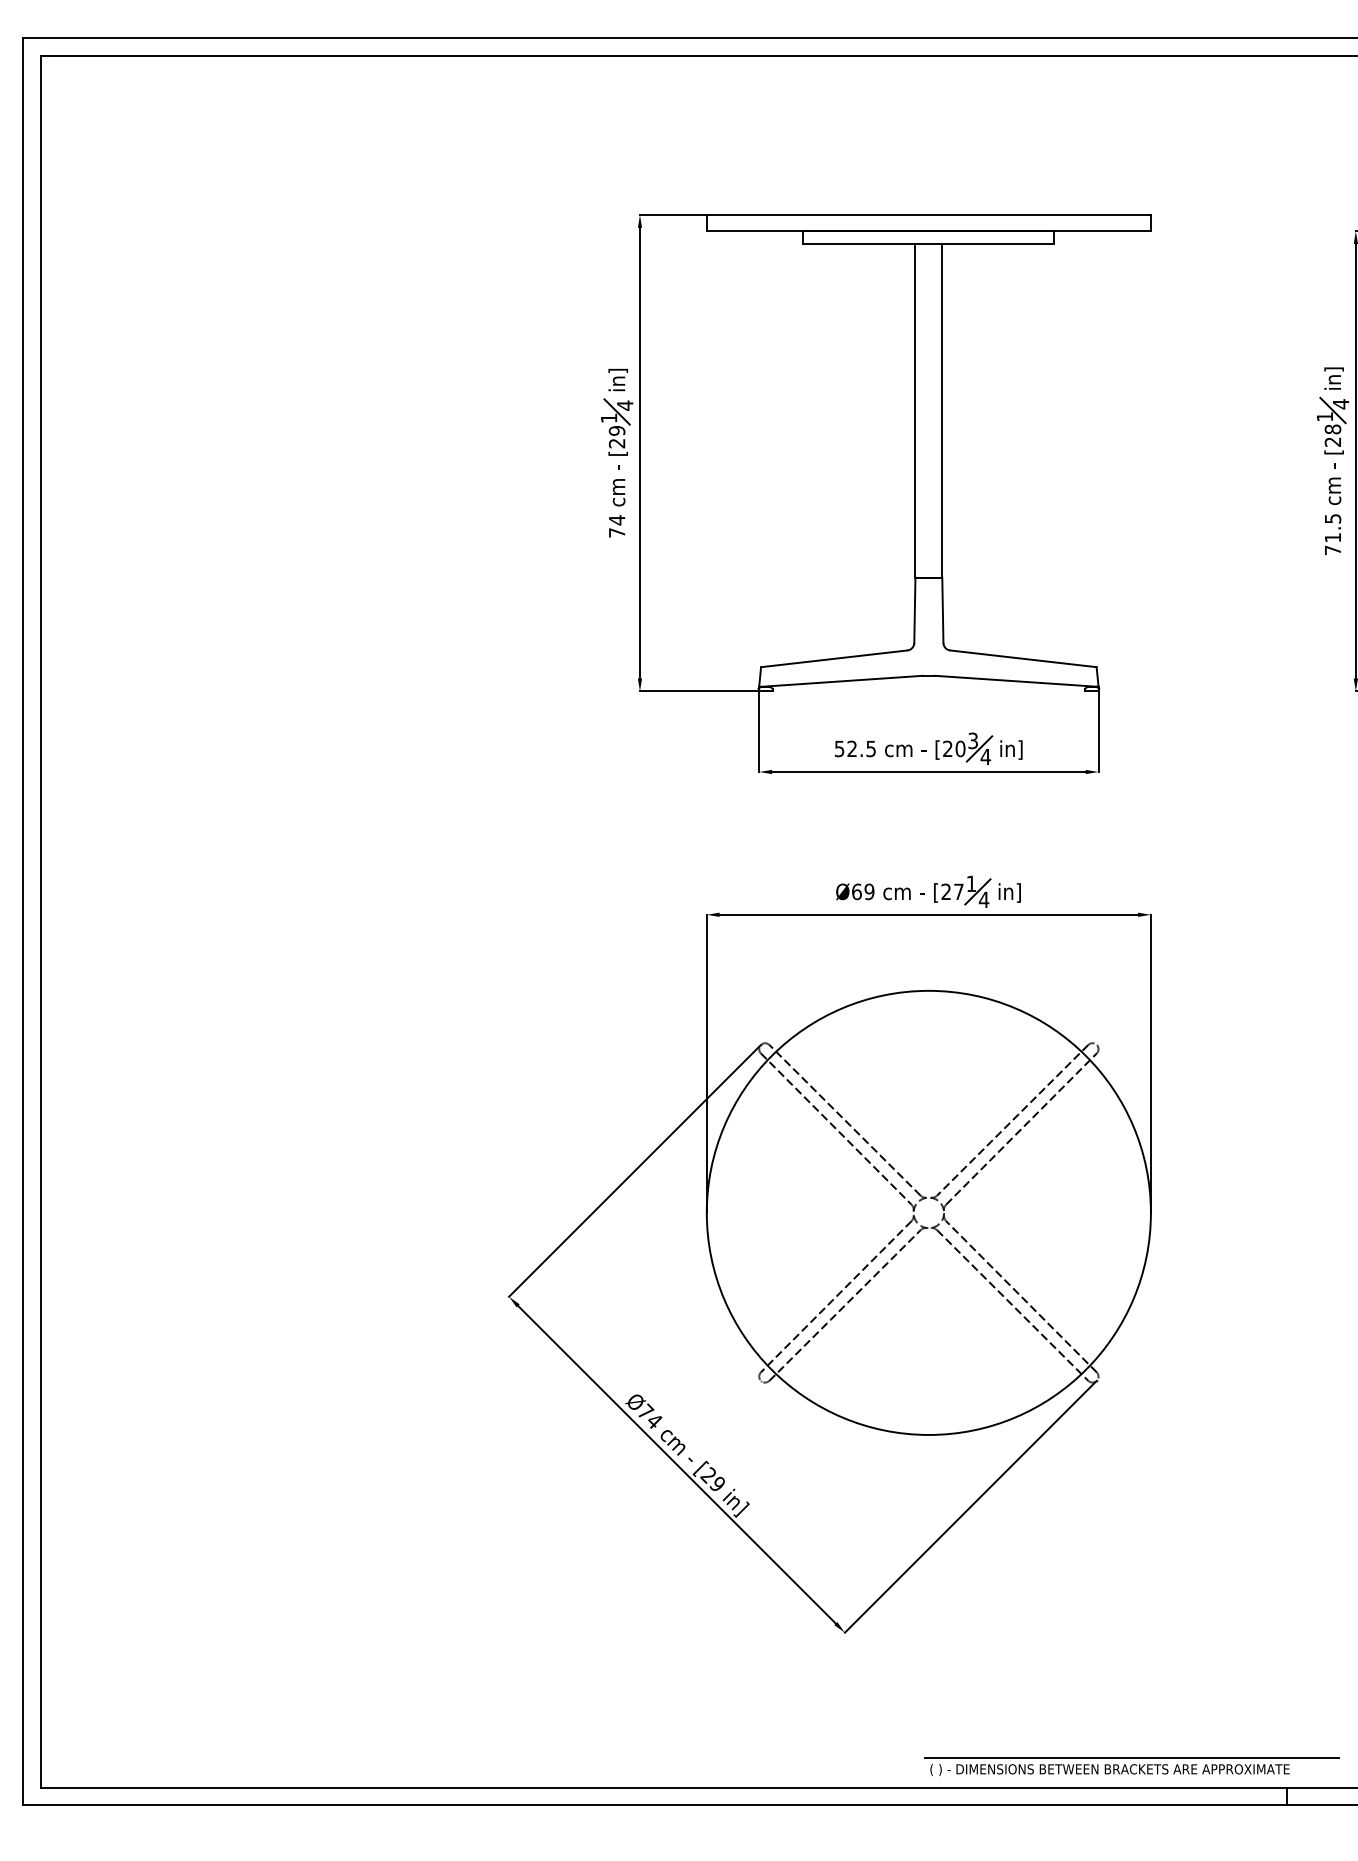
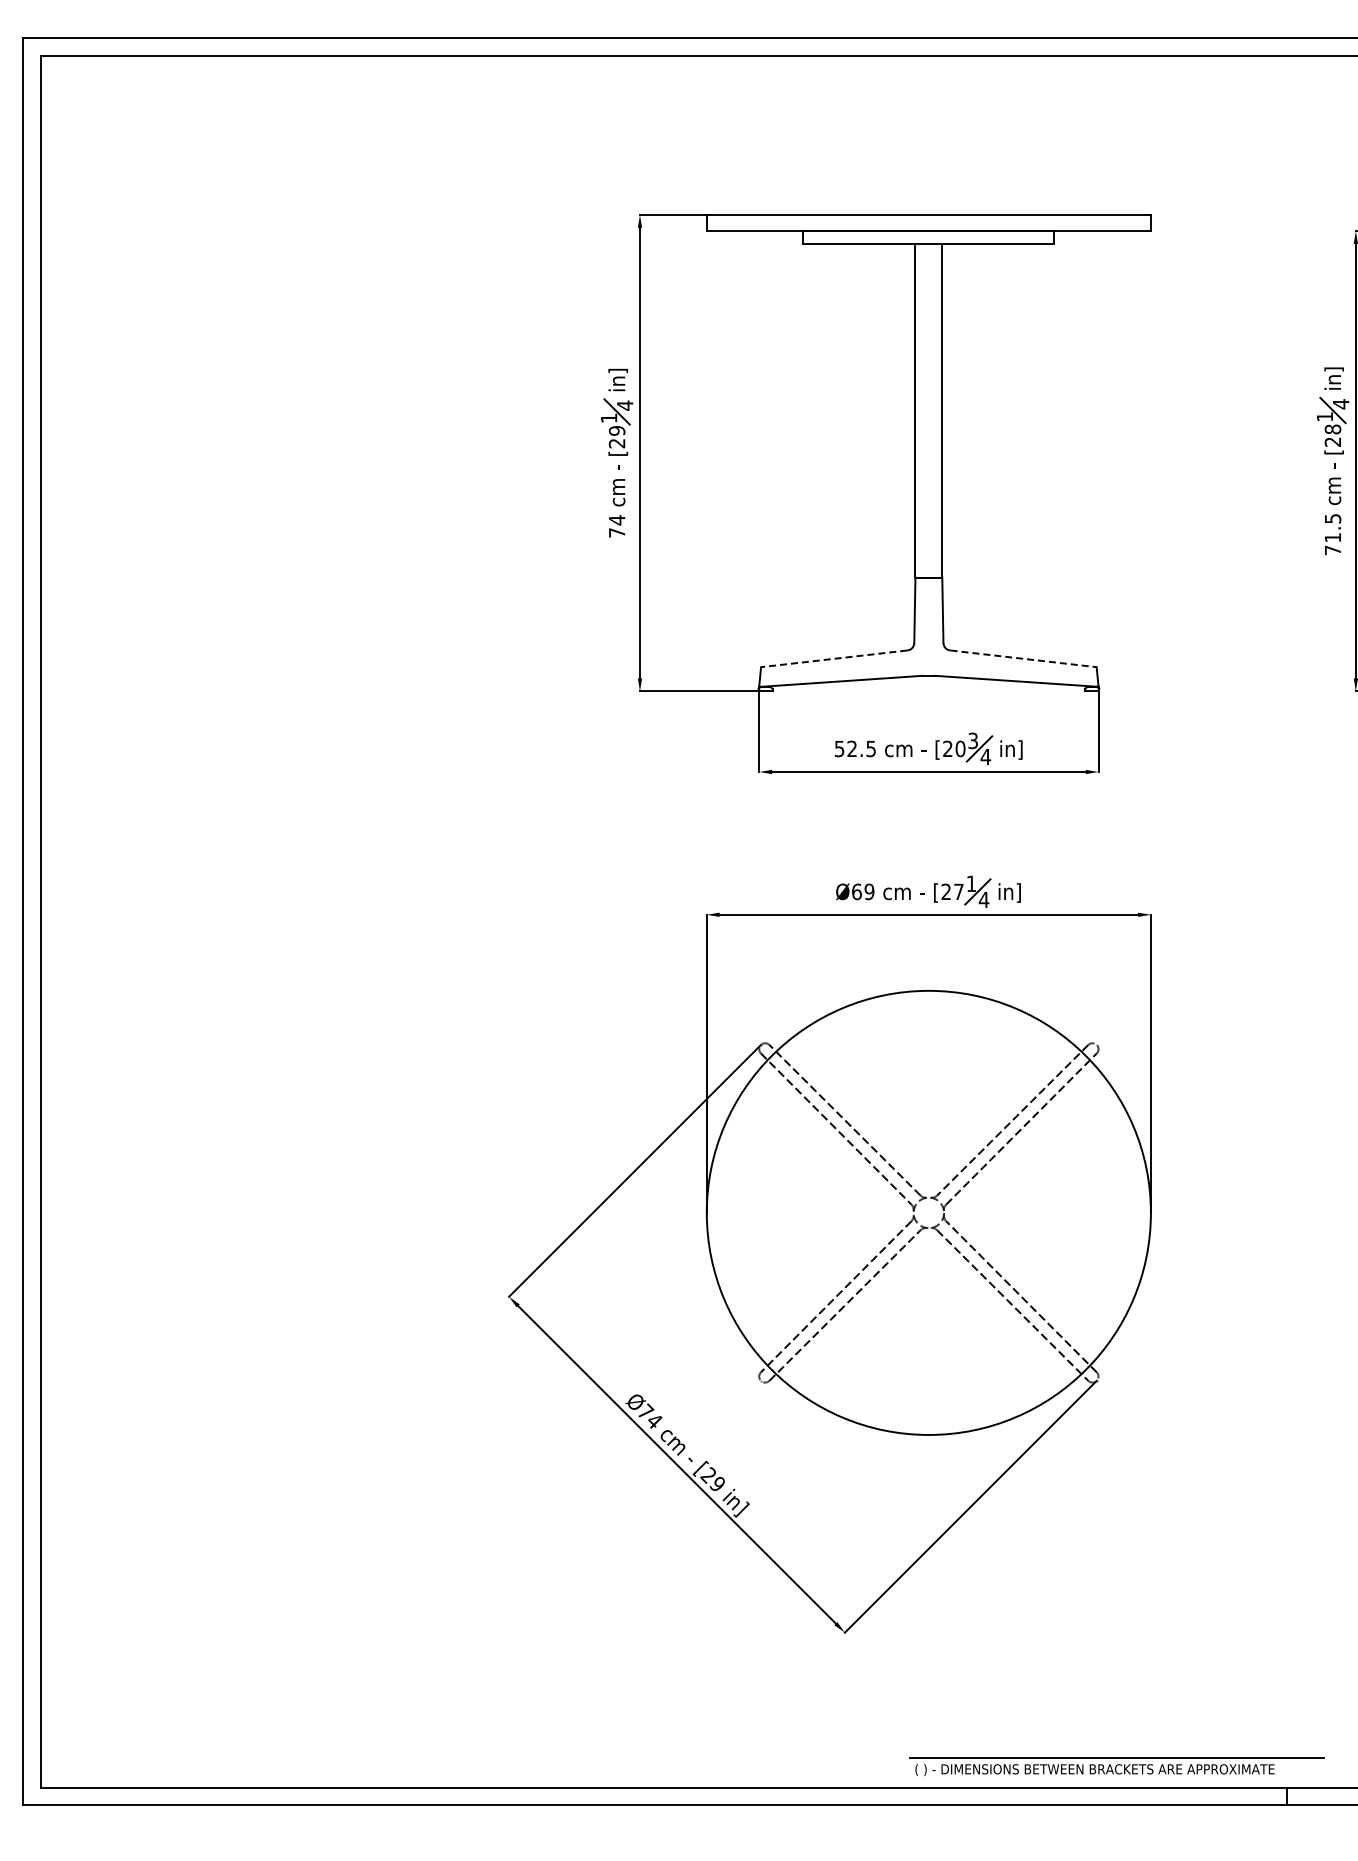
line at (834, 658): solid -> dashed
line at (1023, 658): solid -> dashed
part at (1131, 1766) position: (1131, 1766) -> (1116, 1766)
